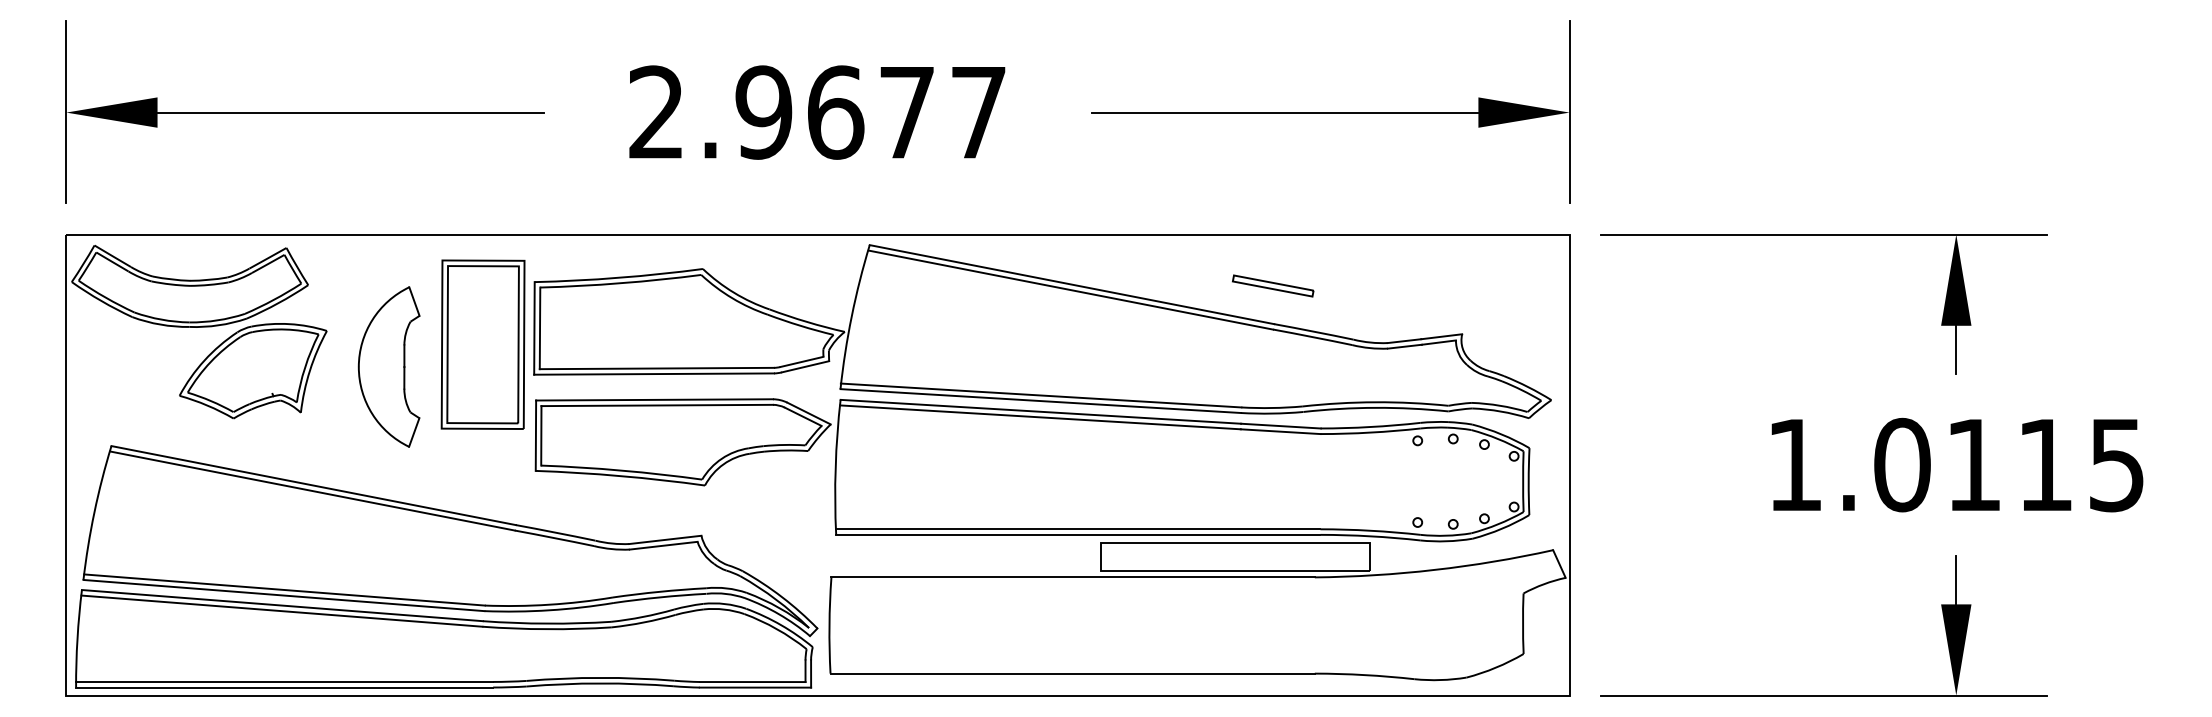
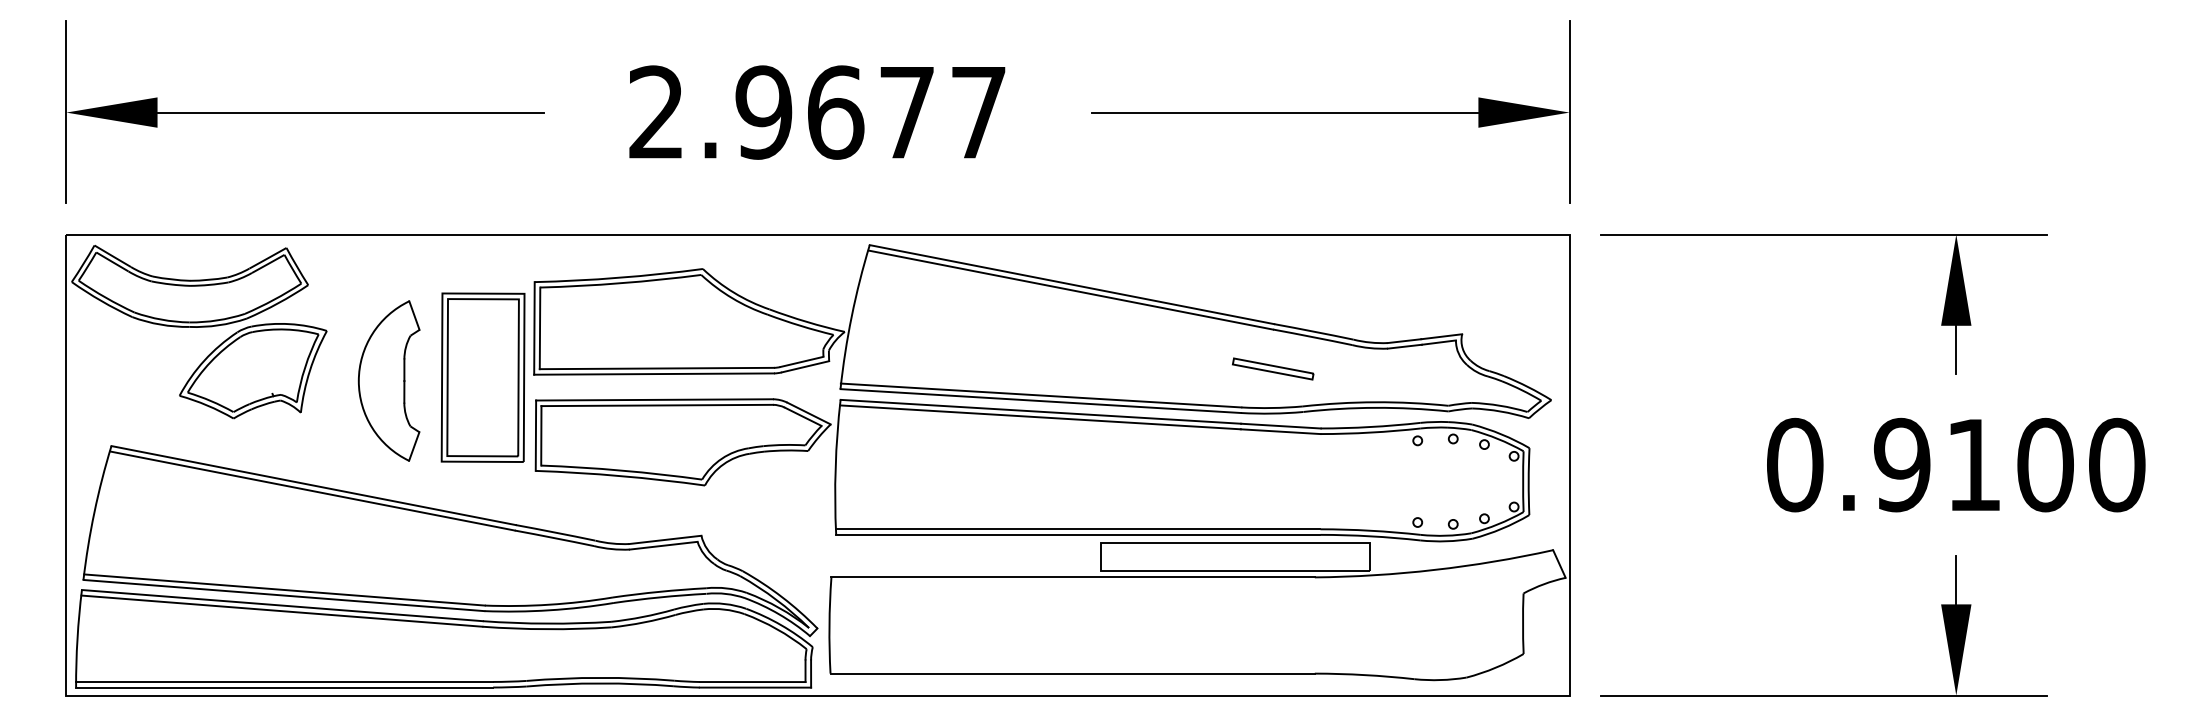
part at (1273, 285) position: (1273, 285) -> (1273, 368)
part at (482, 344) position: (482, 344) -> (482, 377)
part at (388, 366) position: (388, 366) -> (388, 380)
text at (1956, 464): 1.0115 -> 0.9100
